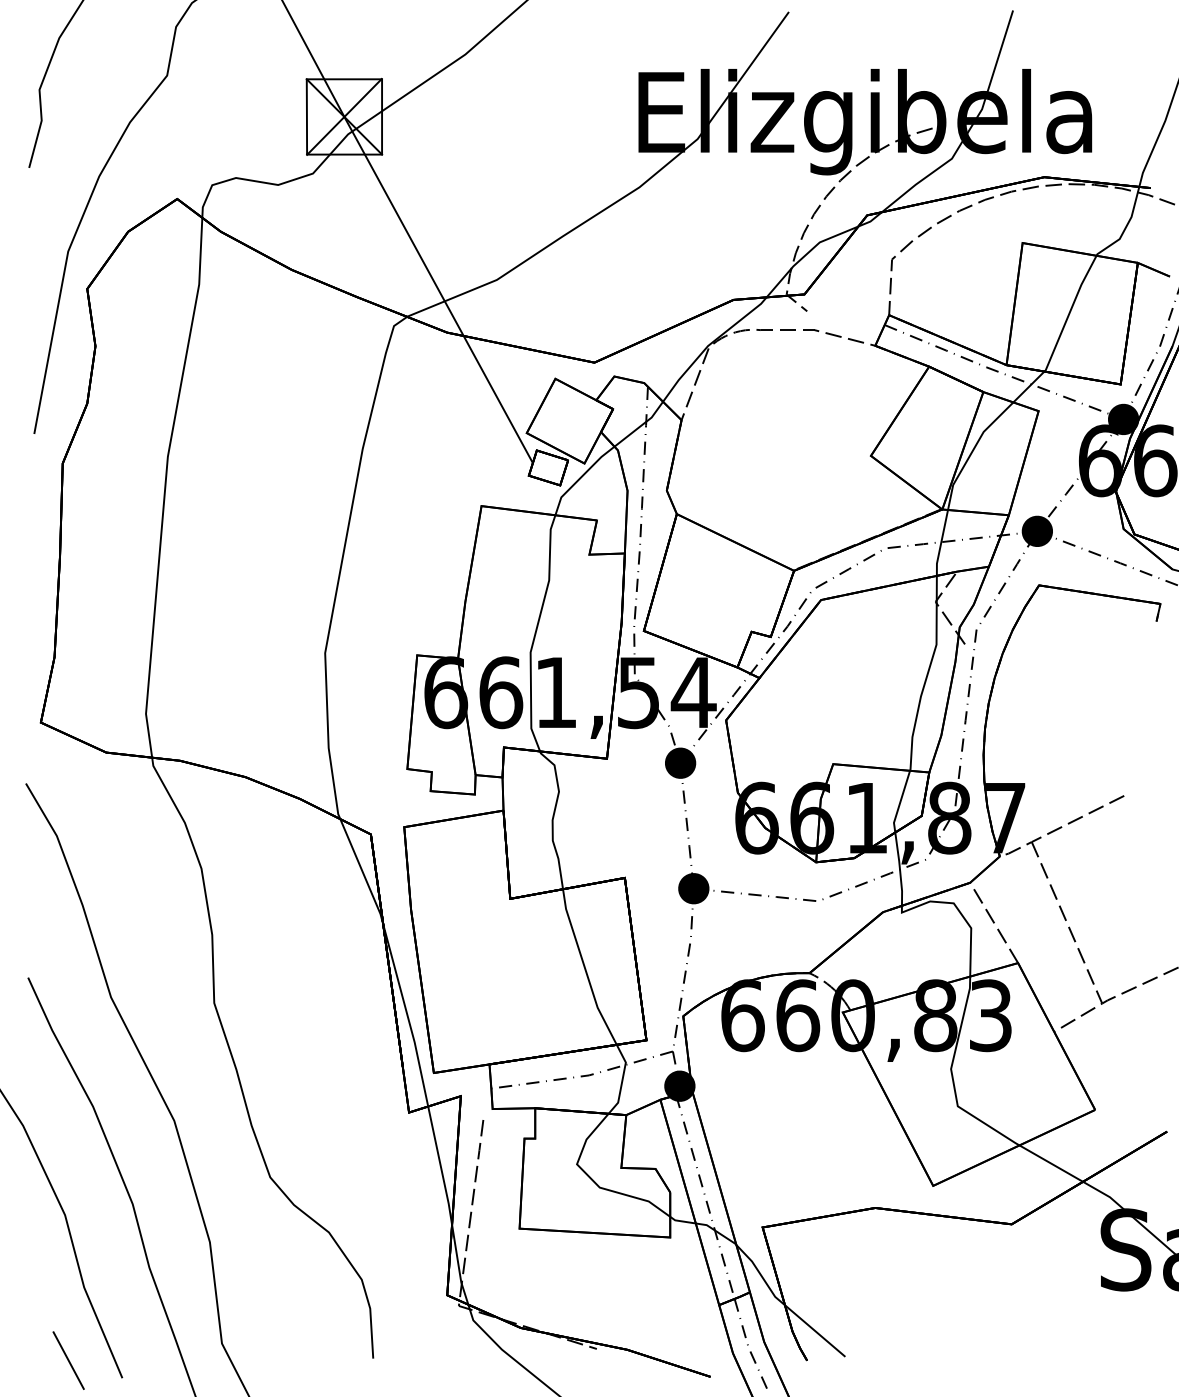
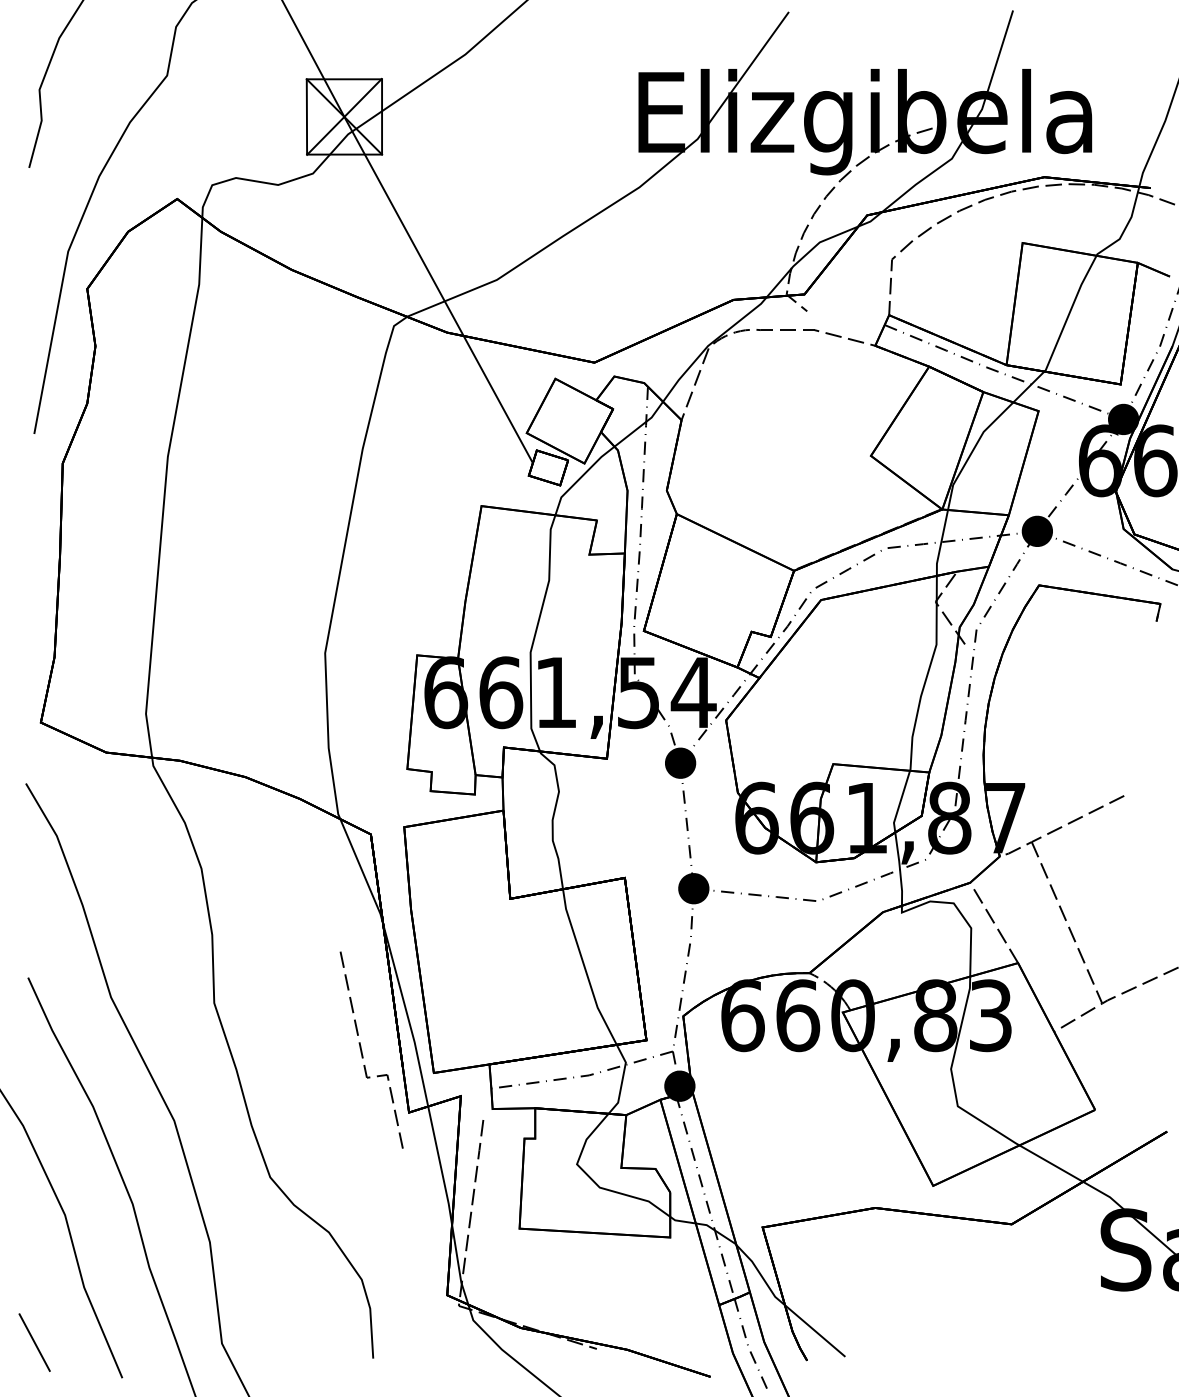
line at (362, 1050): none -> present
line at (68, 1360) position: (68, 1360) -> (34, 1342)
